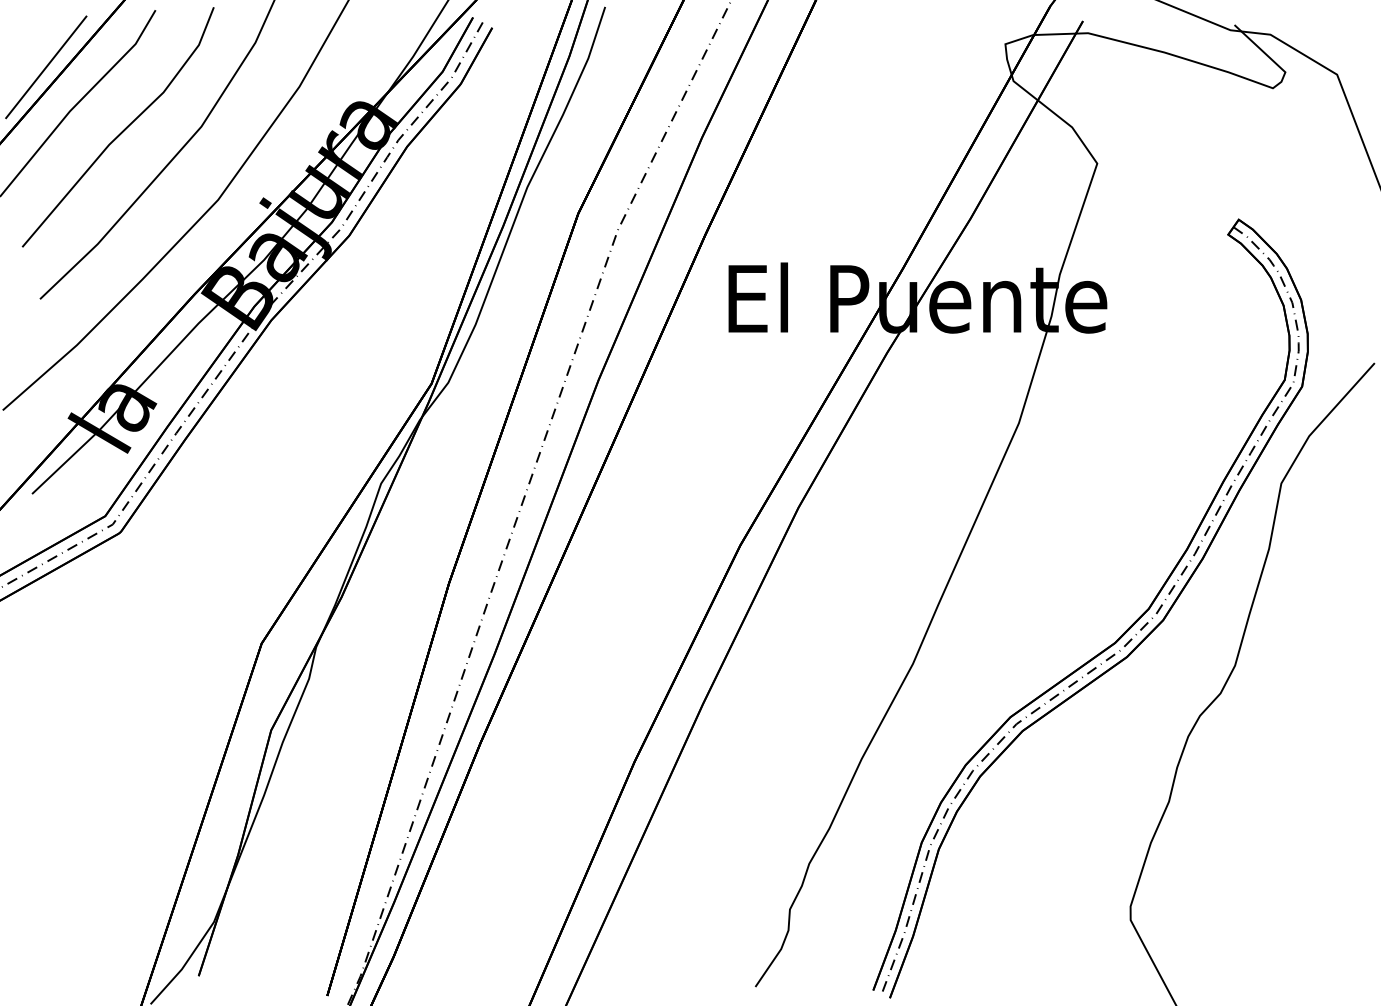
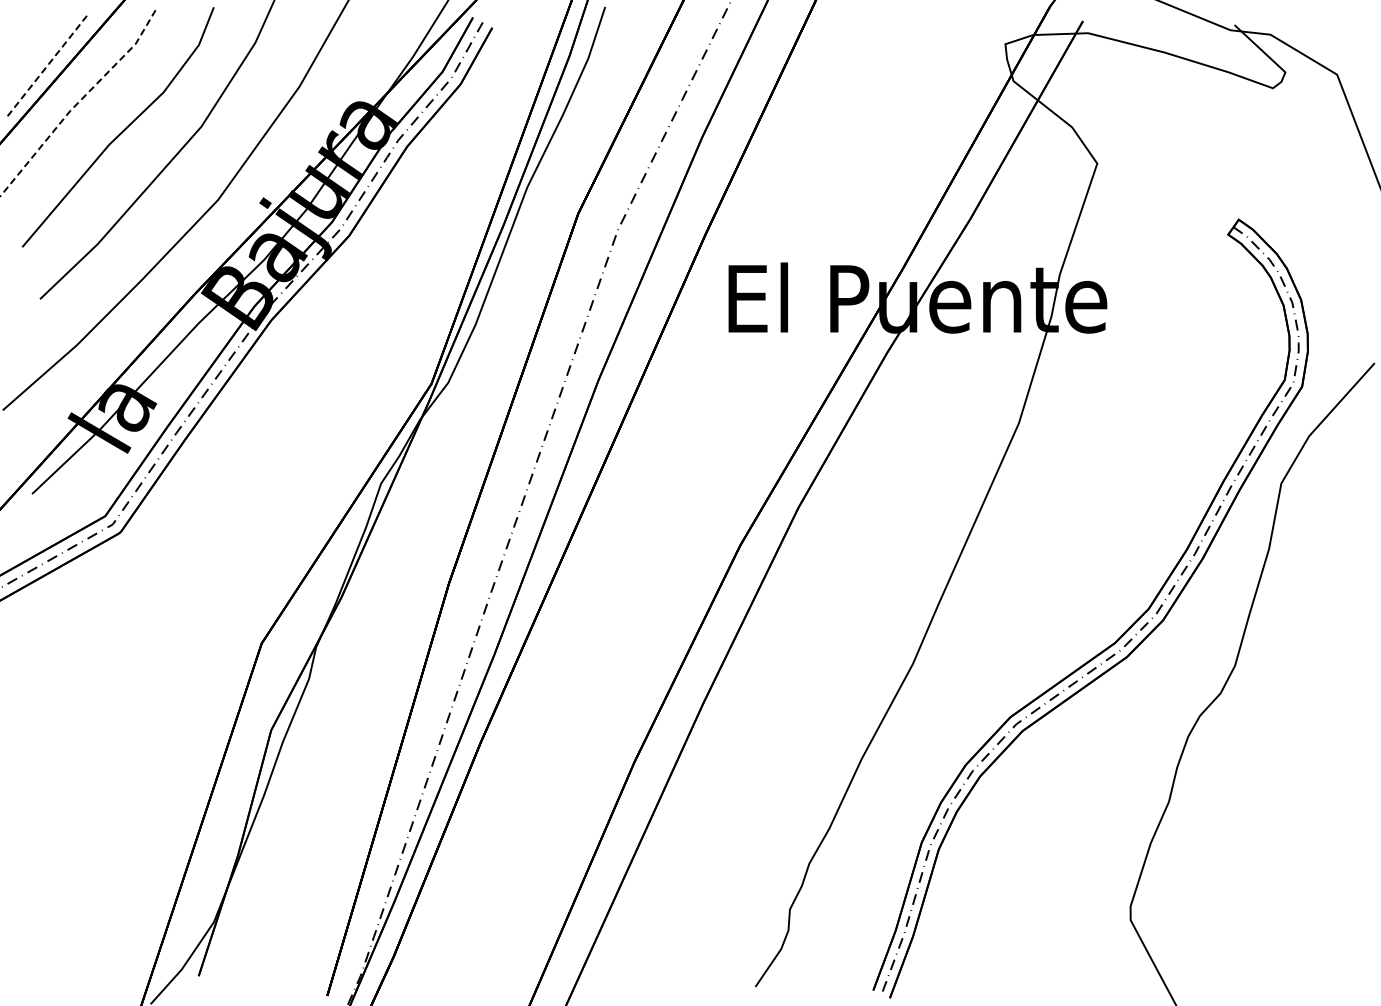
line at (46, 67): solid -> dashed
line at (78, 102): solid -> dashed
